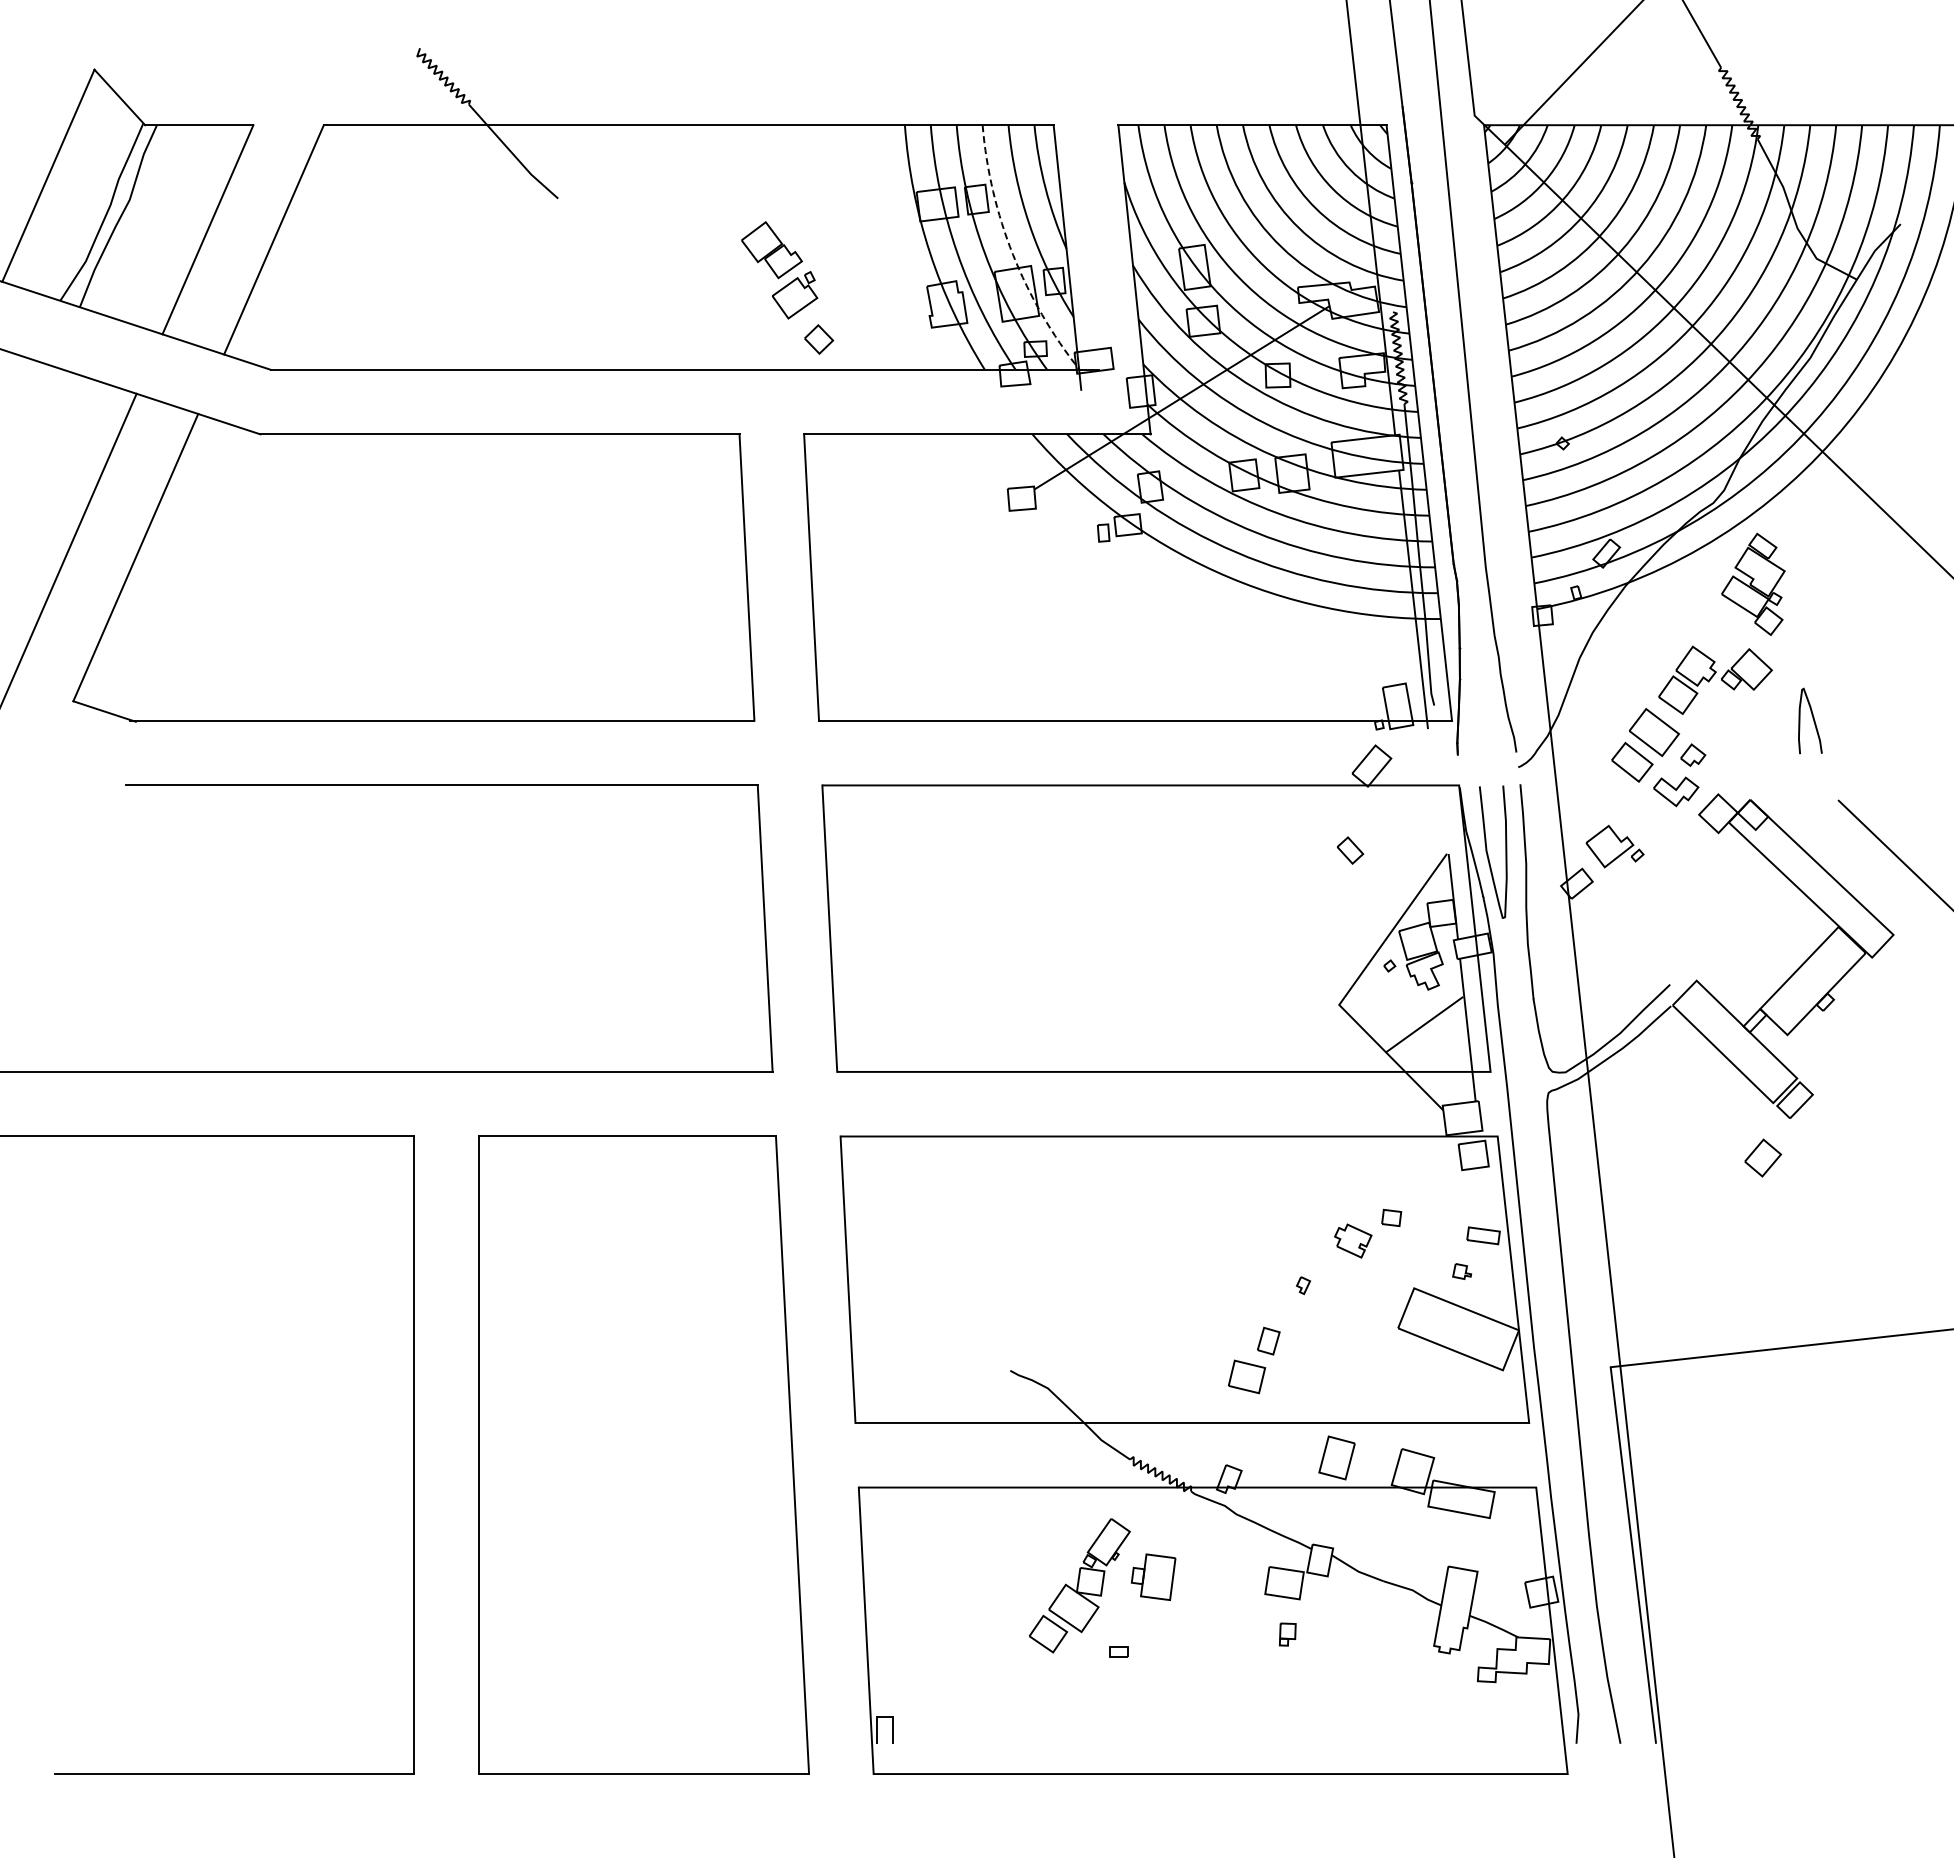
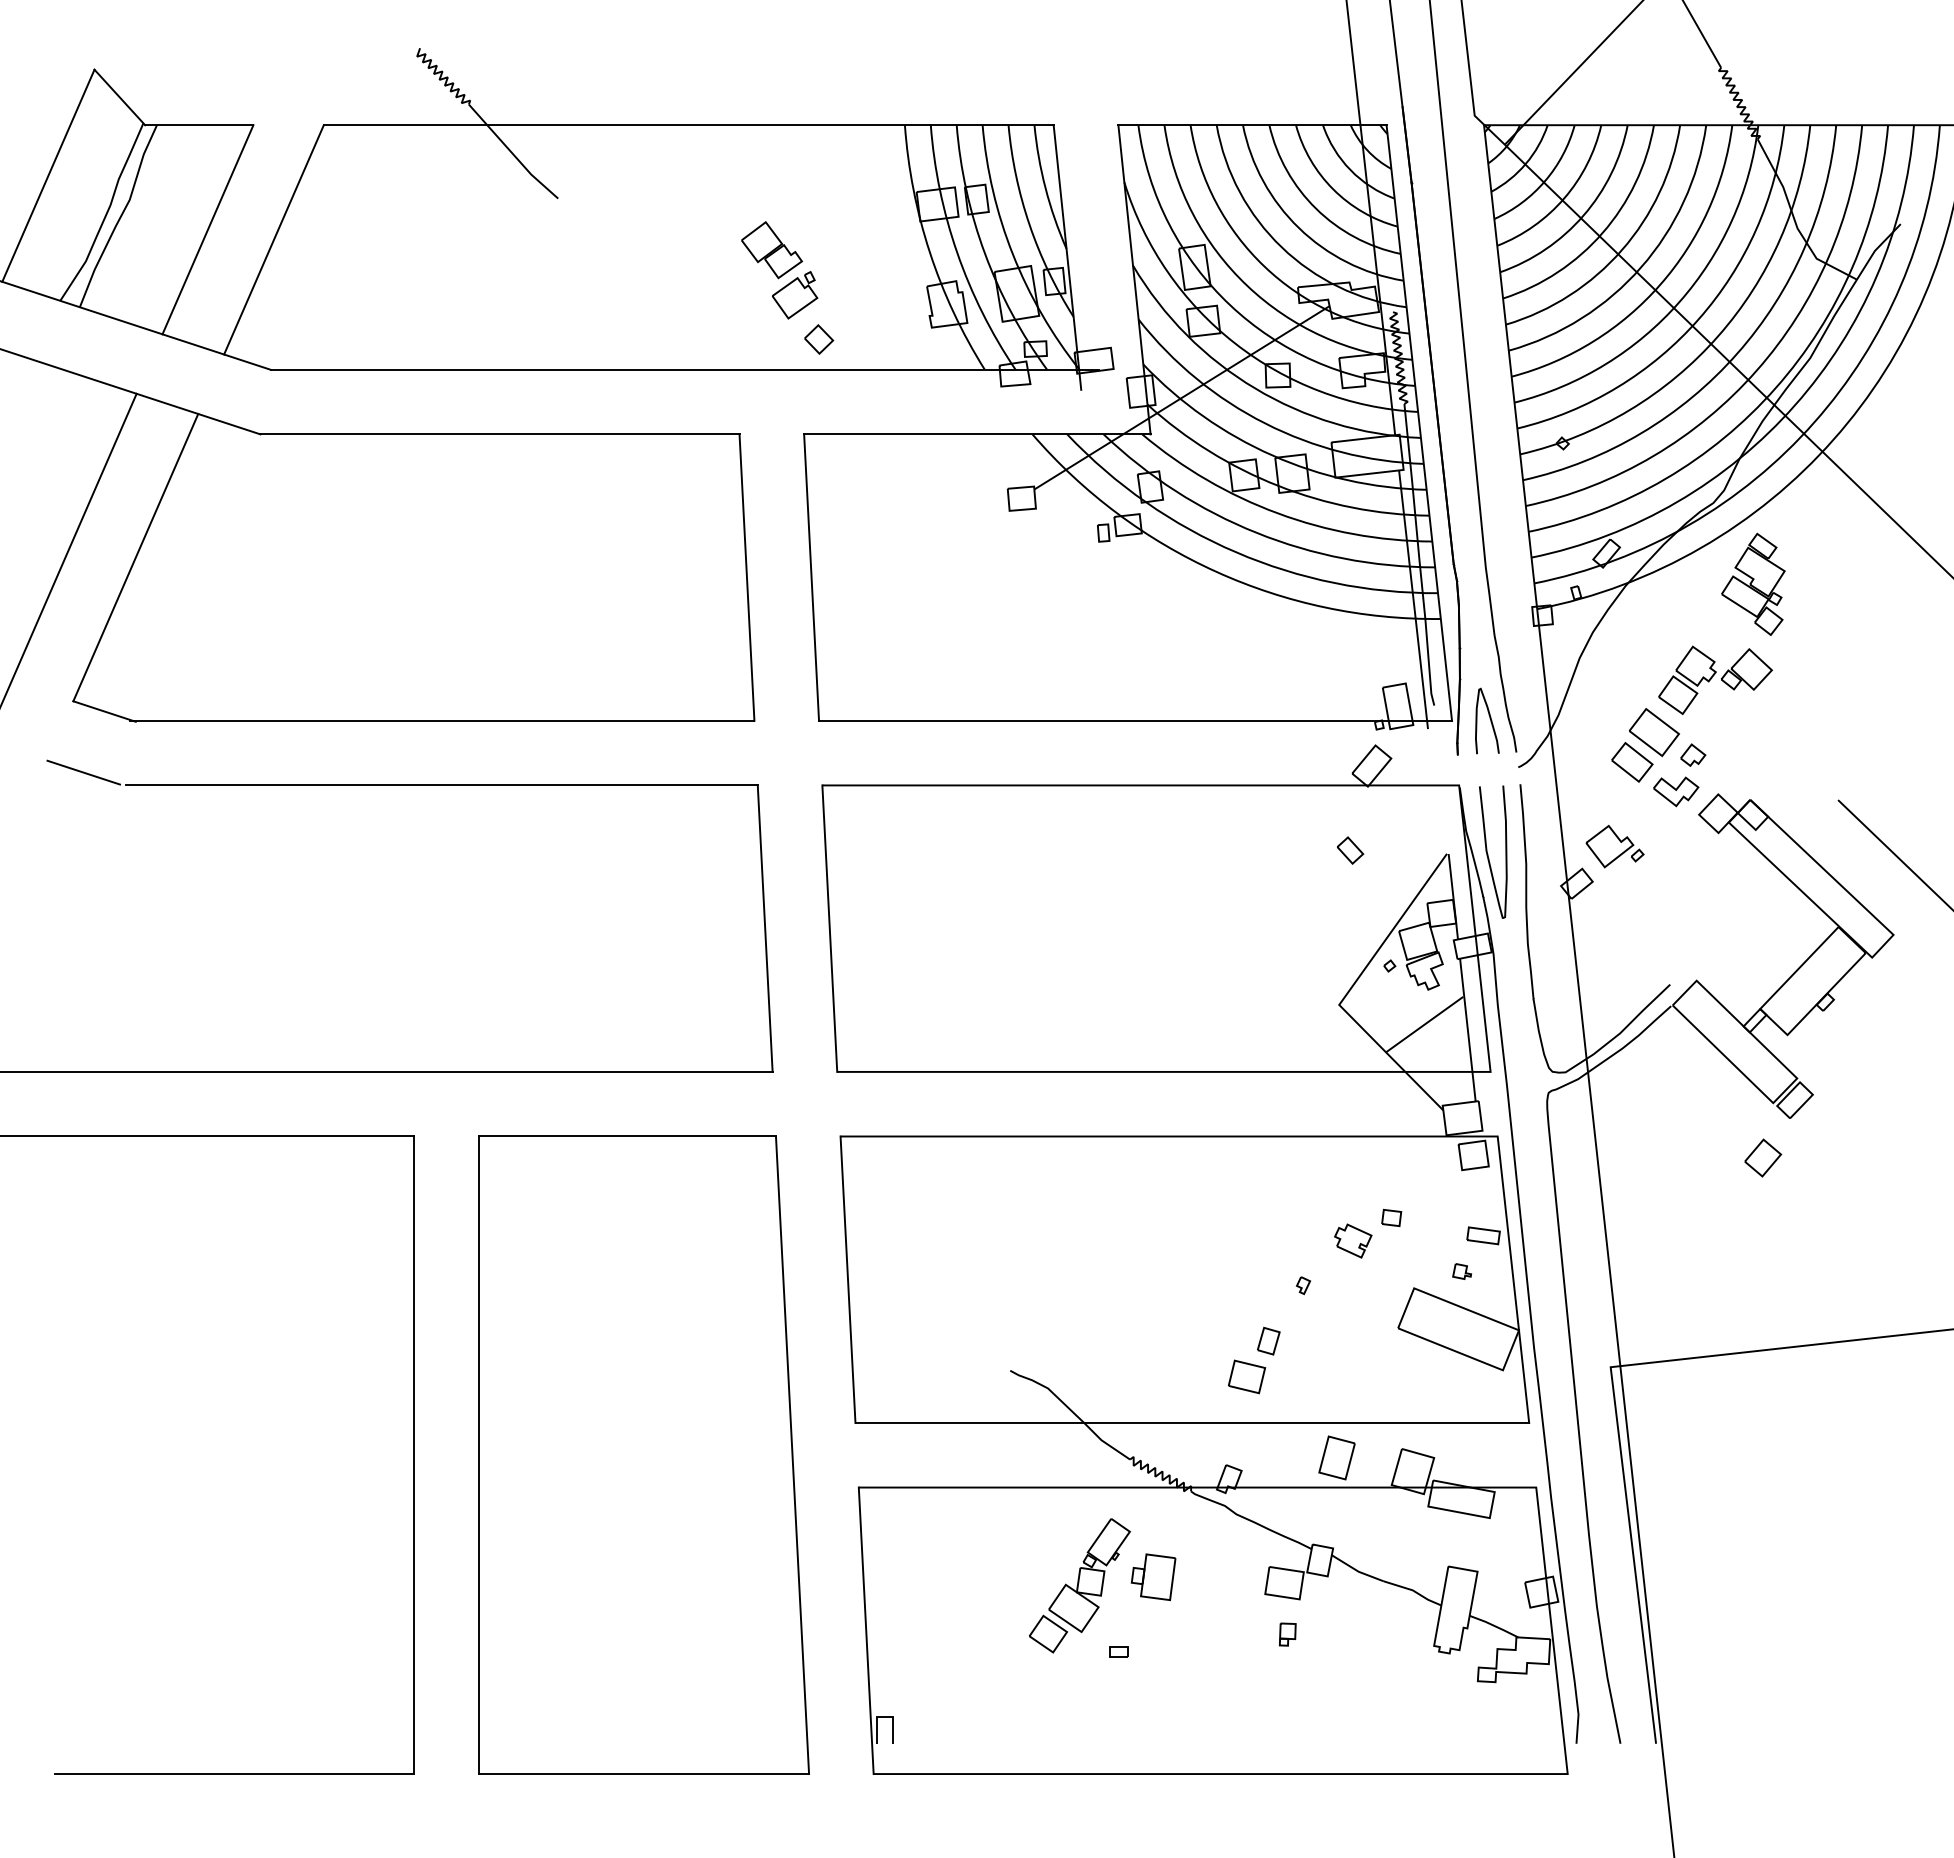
arc at (1013, 254): dashed -> solid
curve at (1812, 718) position: (1812, 718) -> (1489, 718)
line at (83, 772): none -> present
